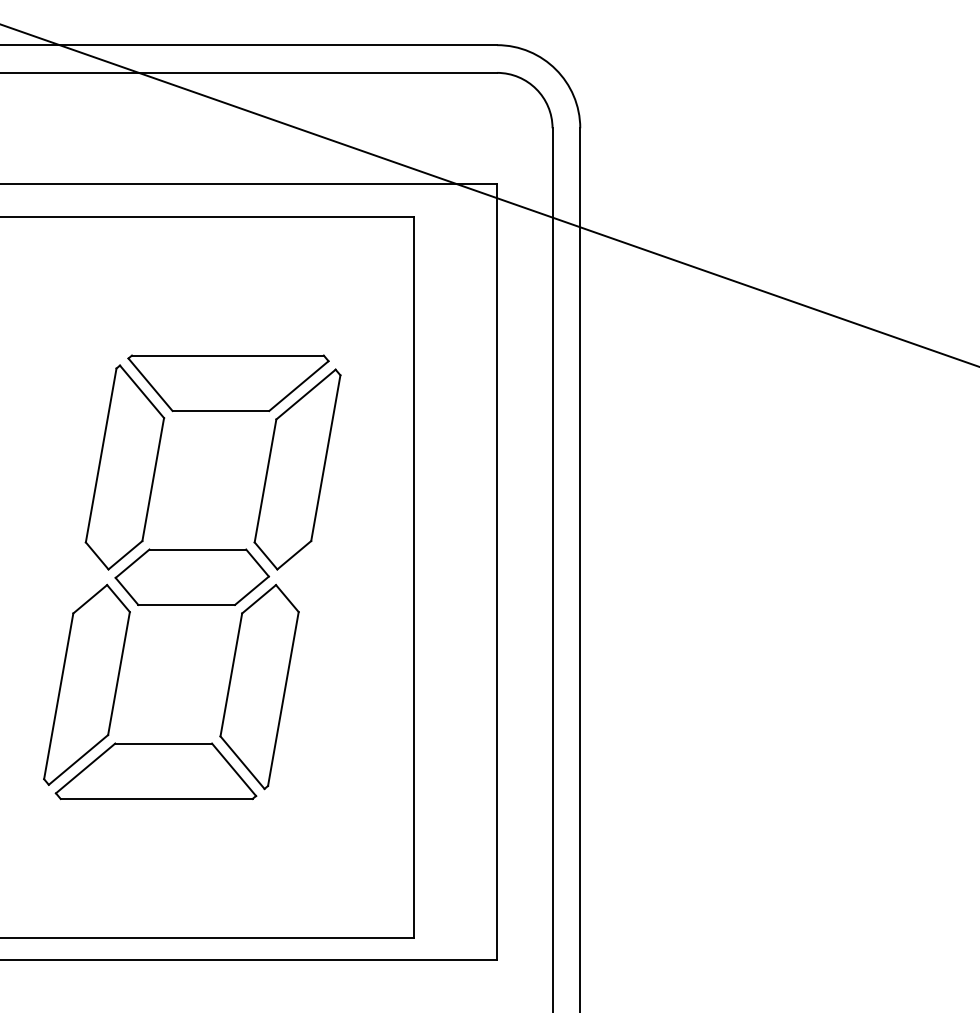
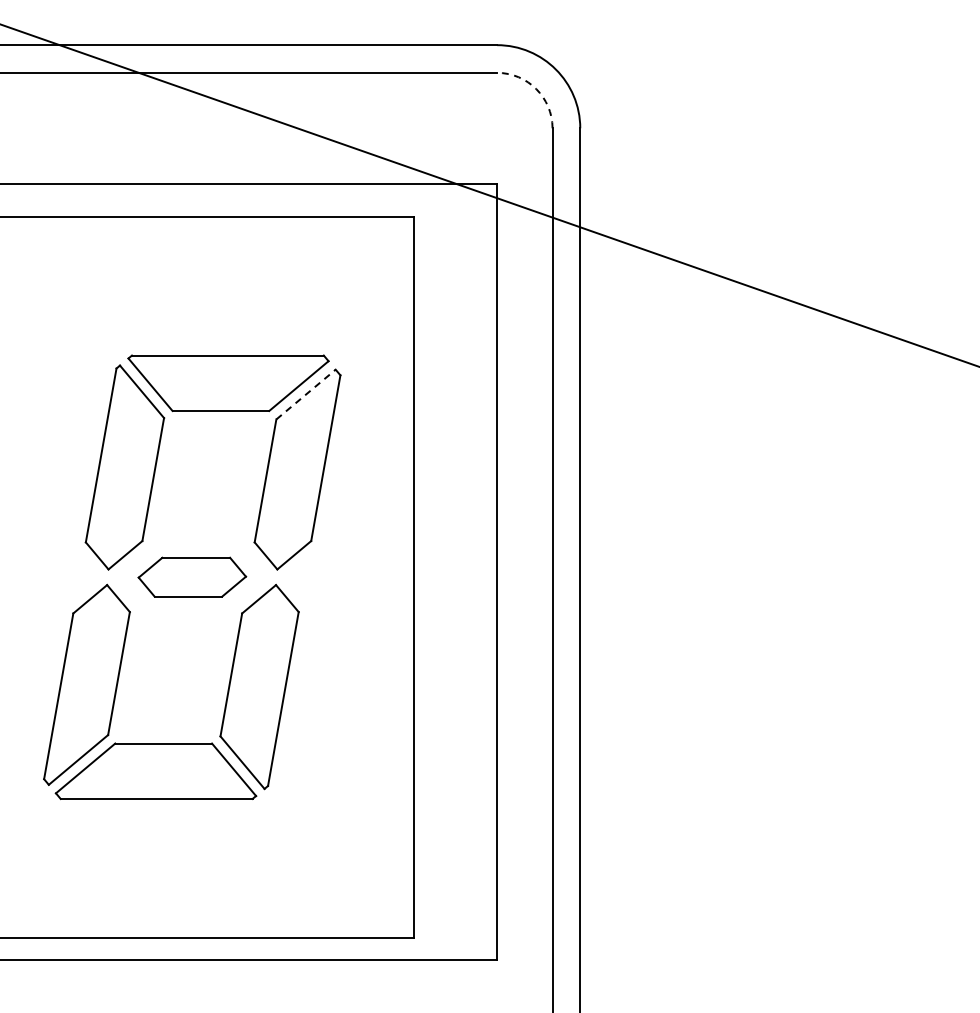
arc at (536, 89): solid -> dashed
line at (306, 394): solid -> dashed
part at (192, 576) size: 157x58 px -> 111x42 px
